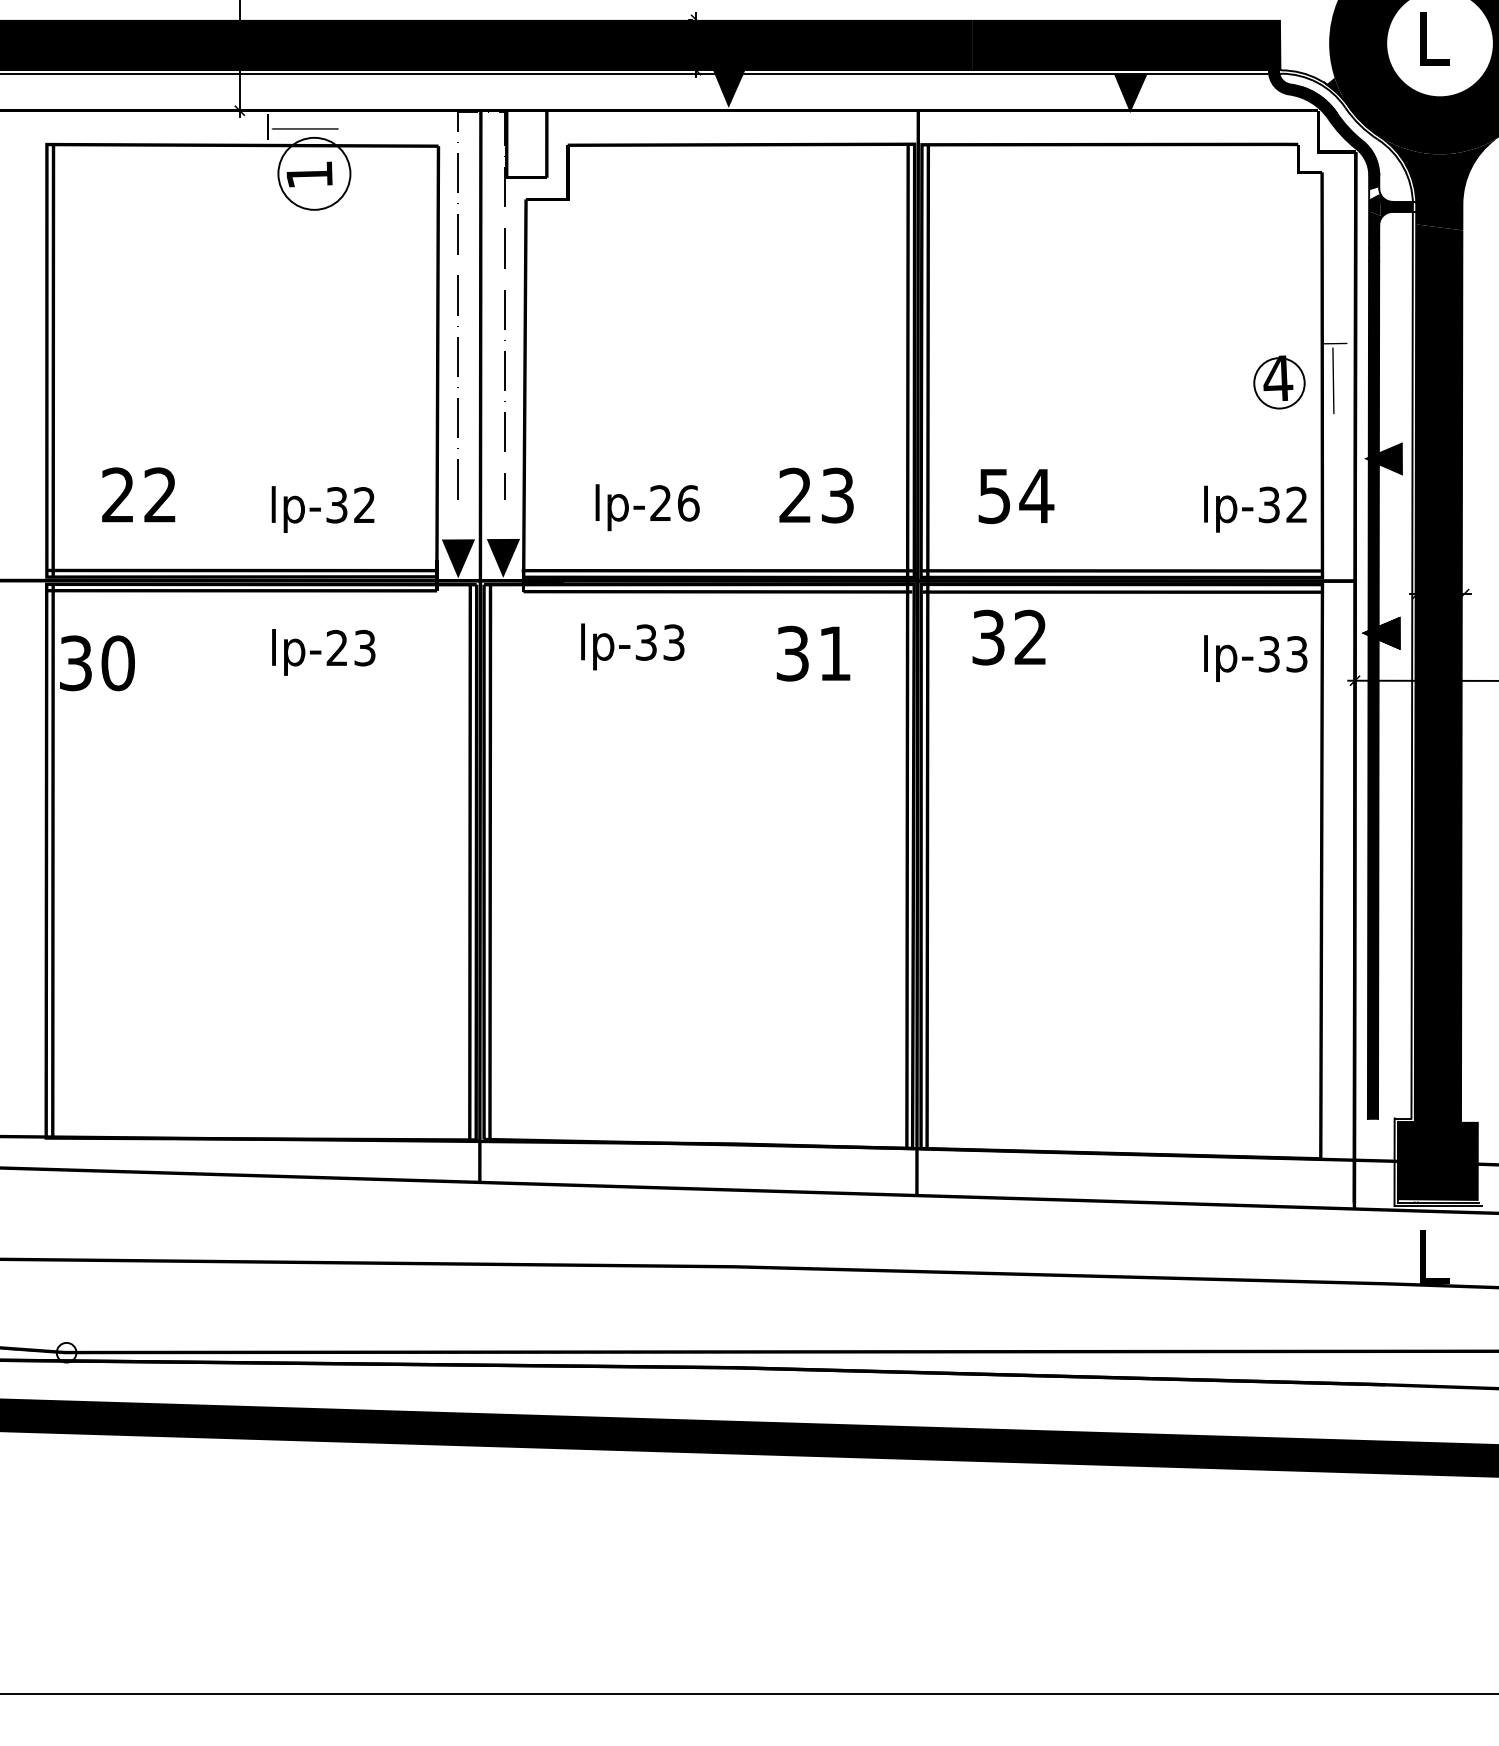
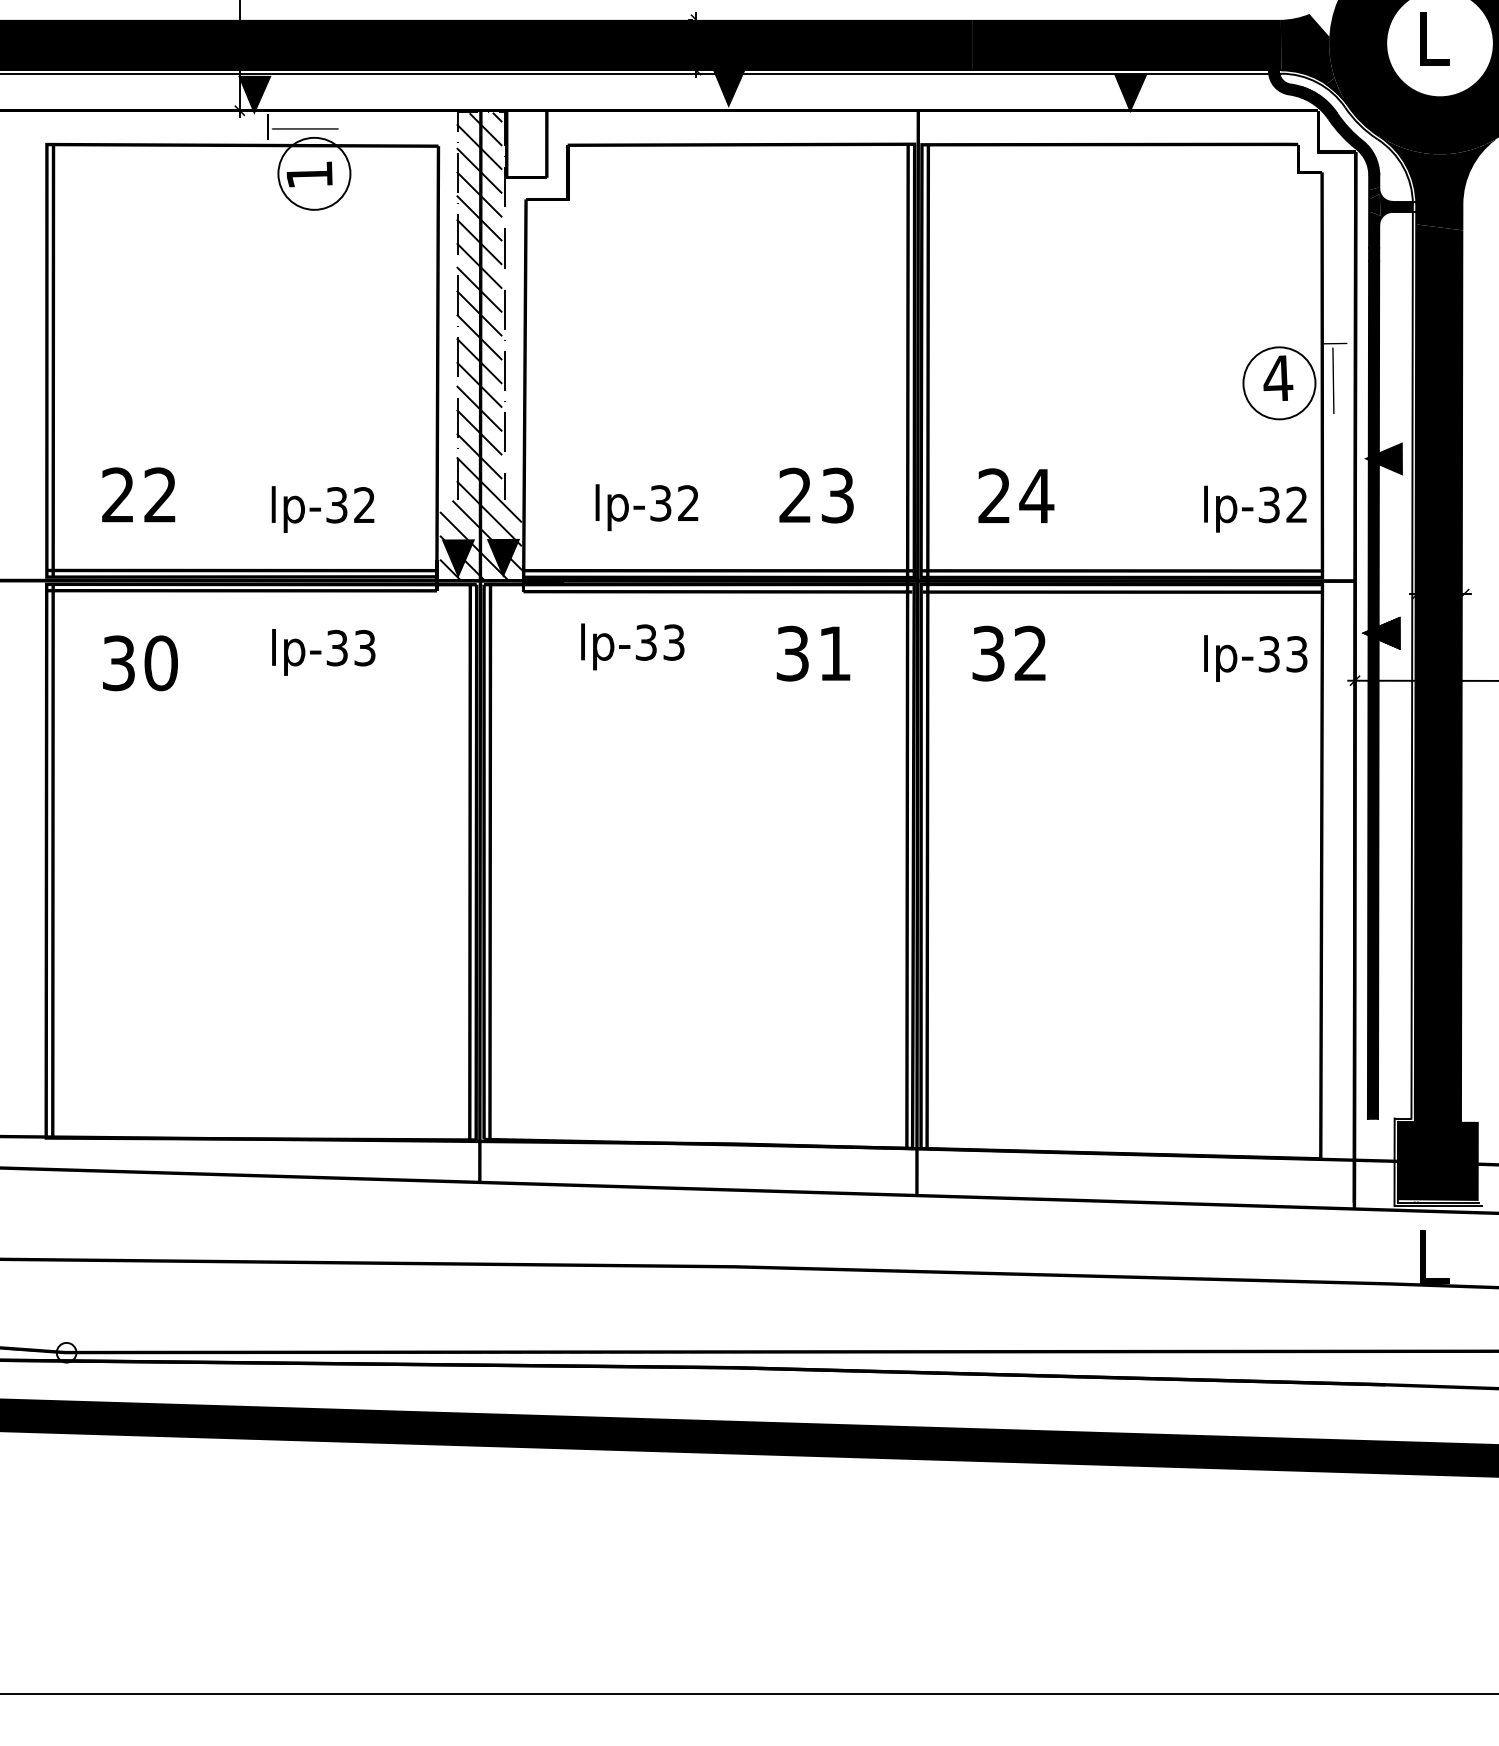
fill at (1307, 48): none -> present
fill at (254, 94): none -> present
fill at (1374, 193): none -> present
hatch at (480, 346): none -> present
circle at (1279, 383) diameter: 50 px -> 72 px
text at (994, 496): 54 -> 24
text at (674, 503): lp-26 -> lp-32
text at (1008, 637) position: (1008, 637) -> (1008, 653)
text at (336, 648): lp-23 -> lp-33
text at (97, 663) position: (97, 663) -> (140, 663)
